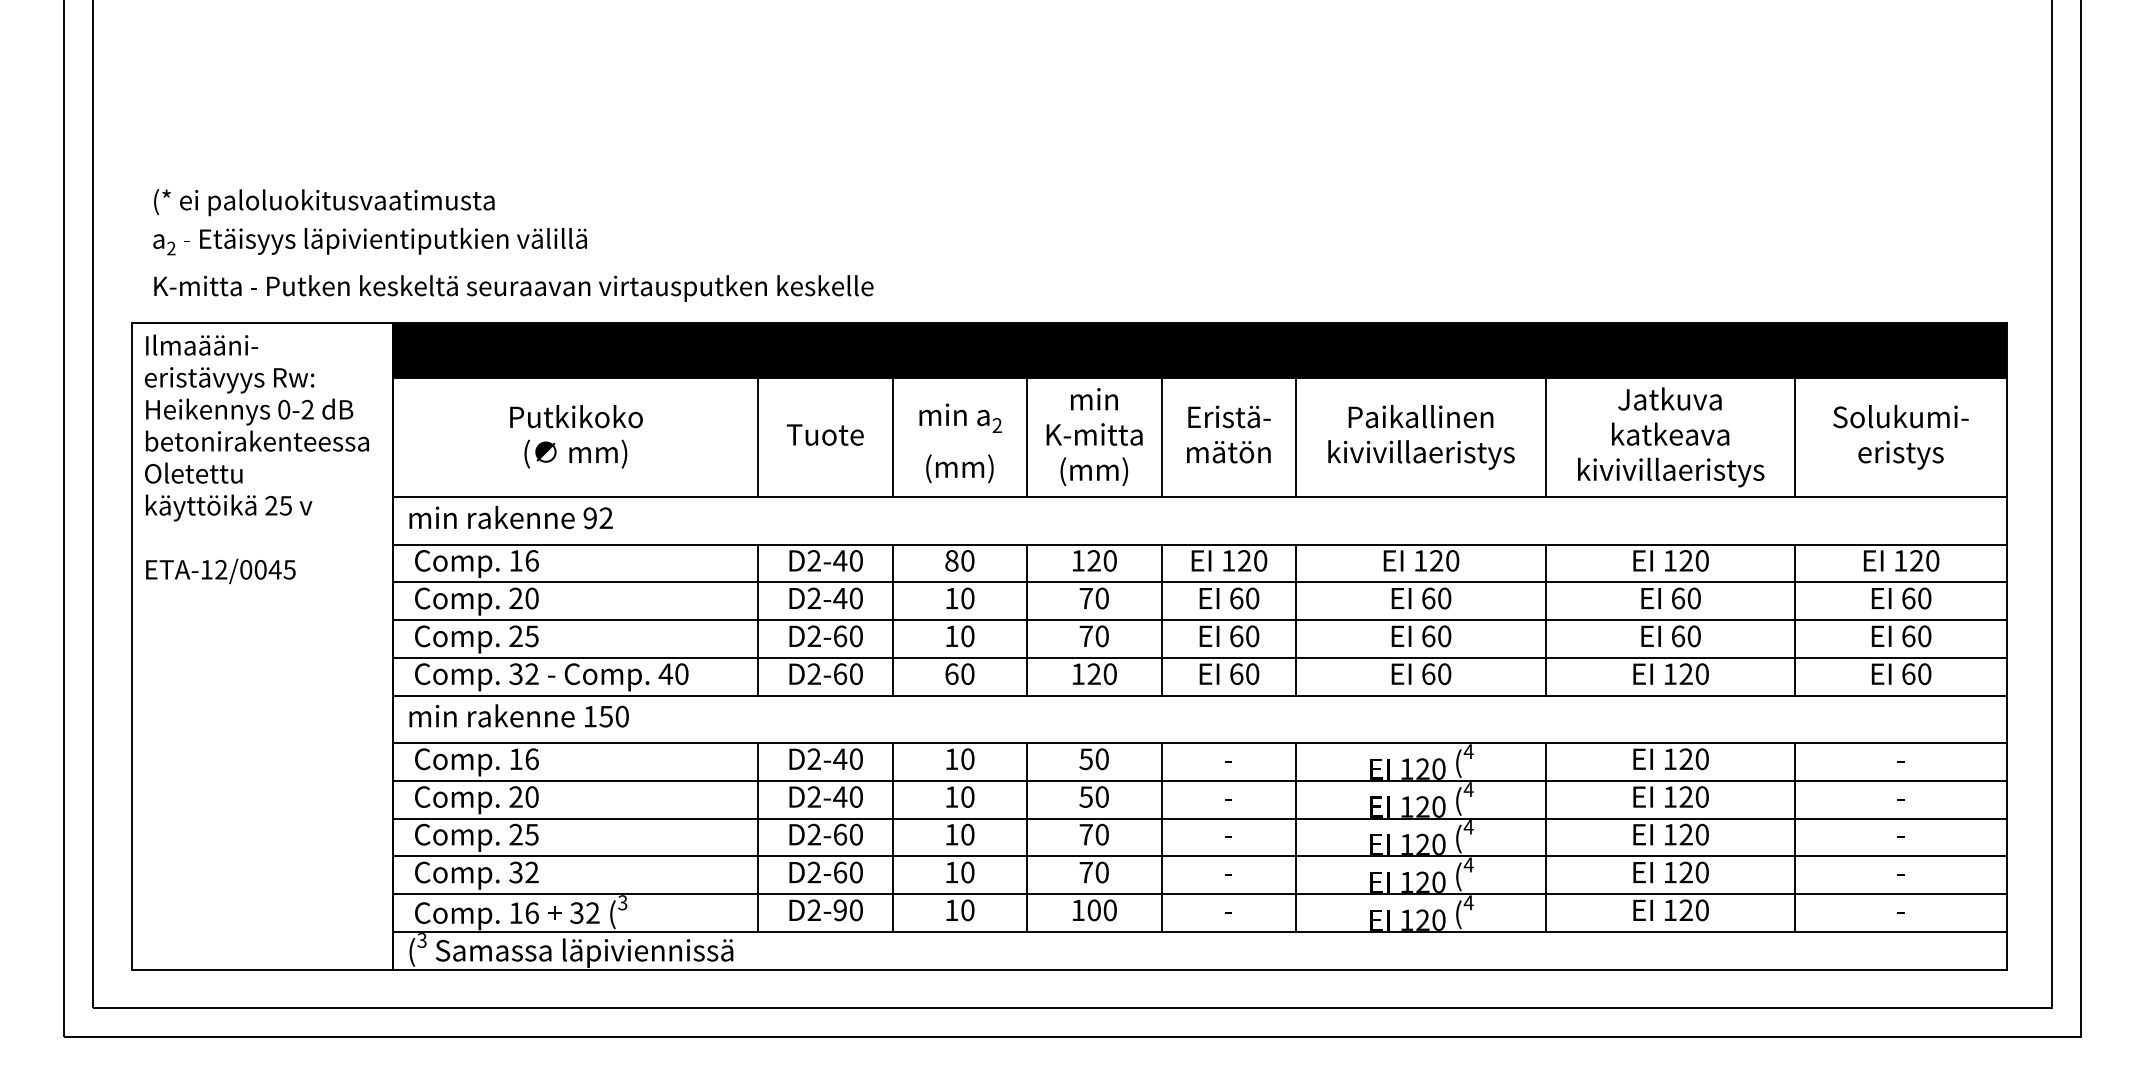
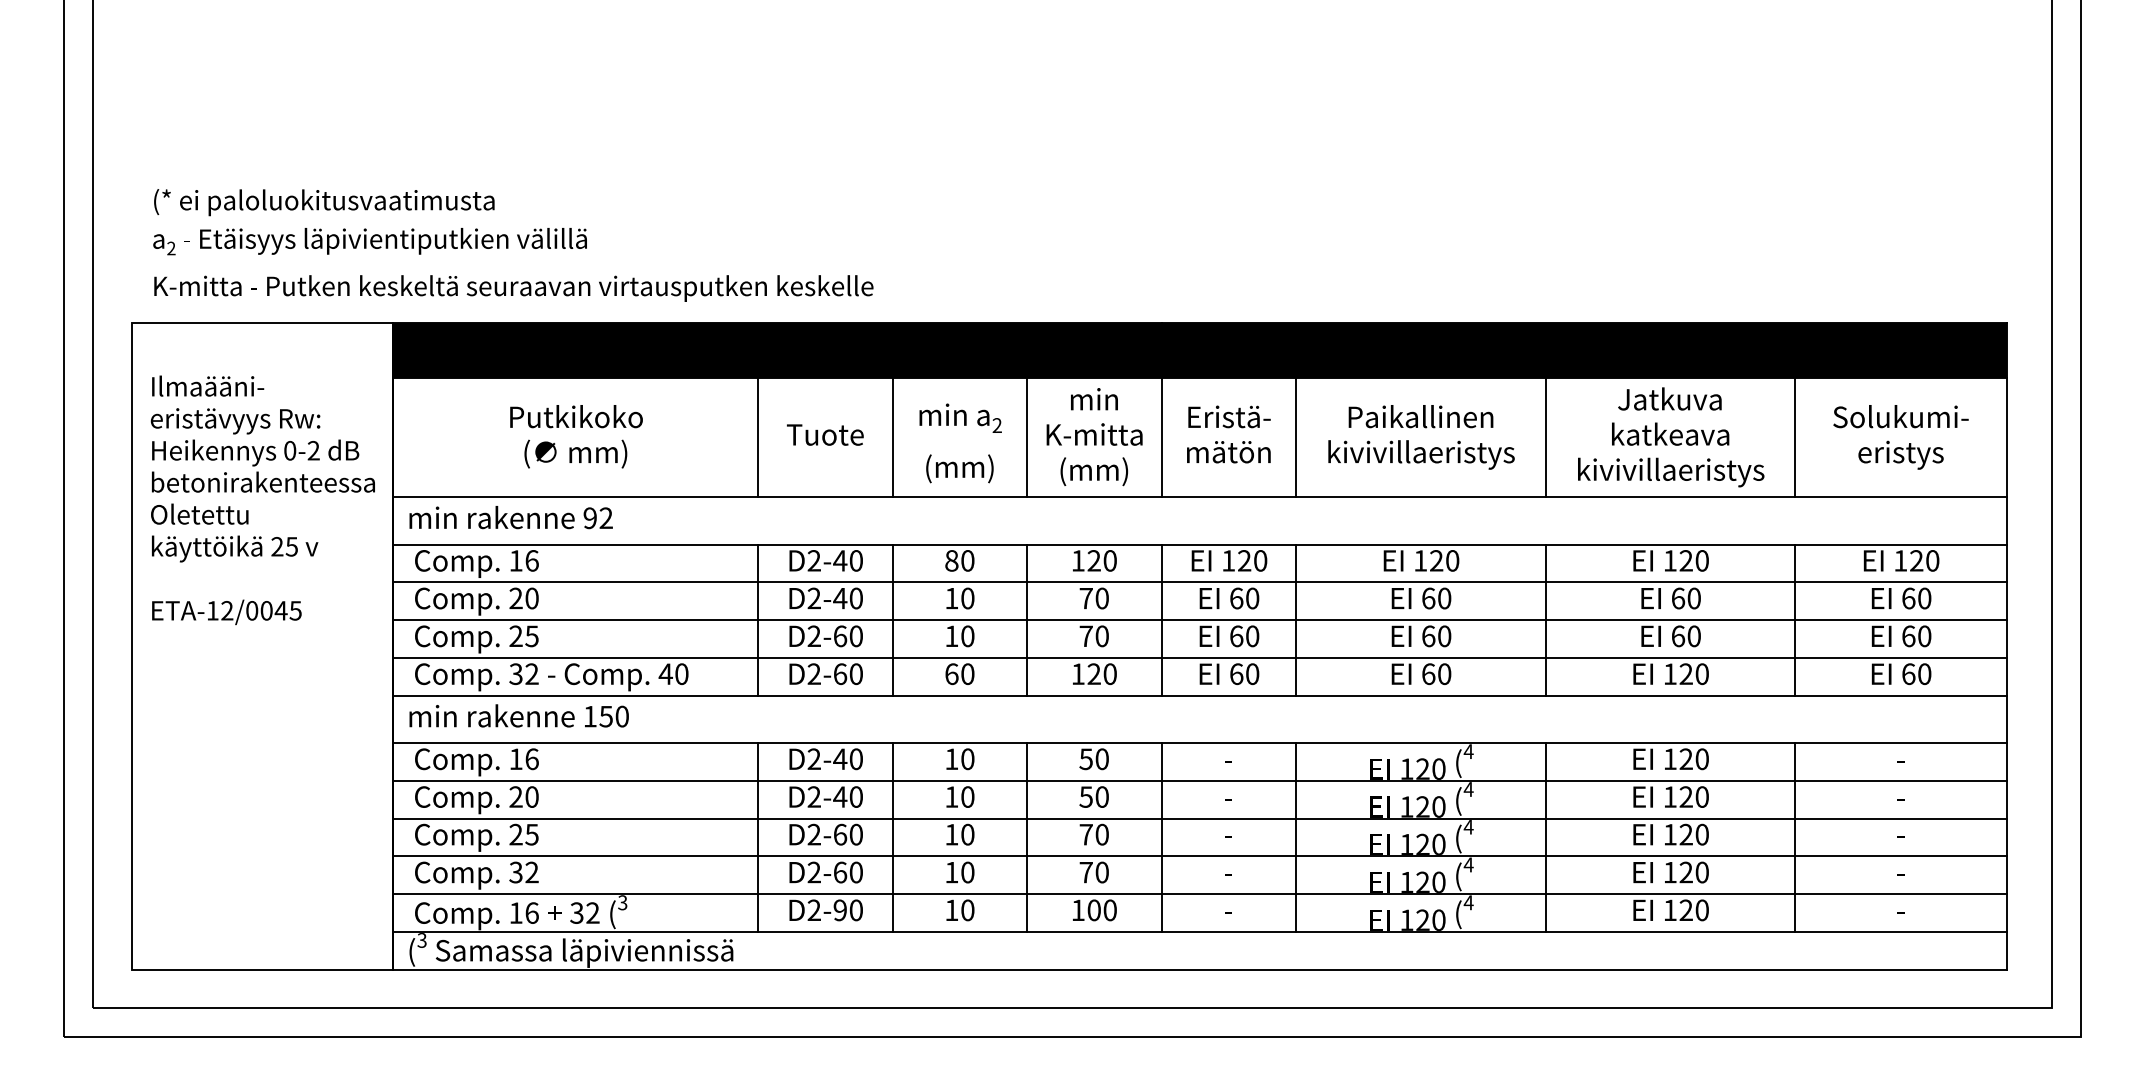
text at (256, 459) position: (256, 459) -> (262, 500)
